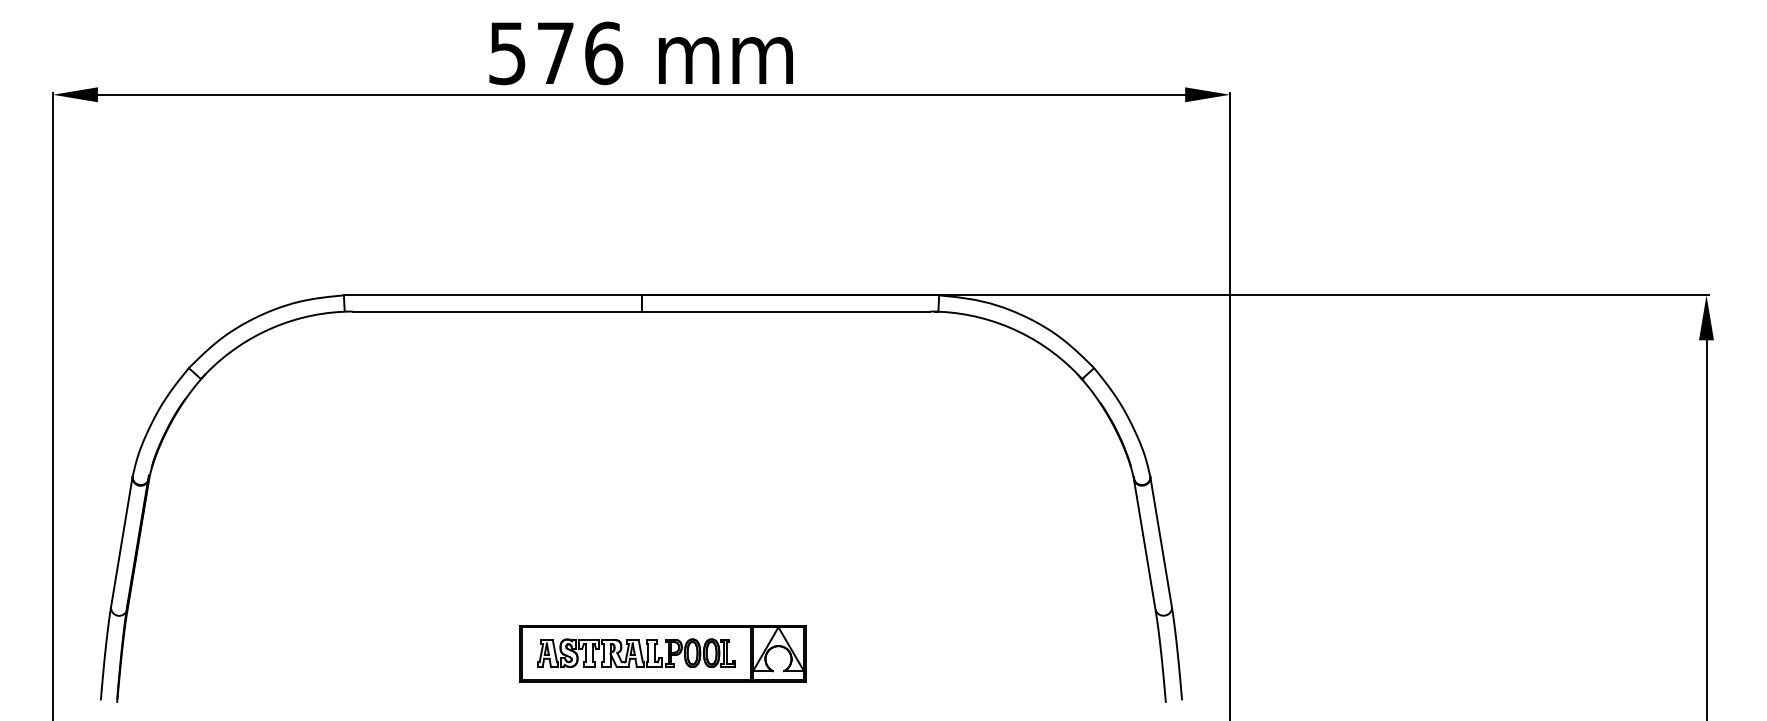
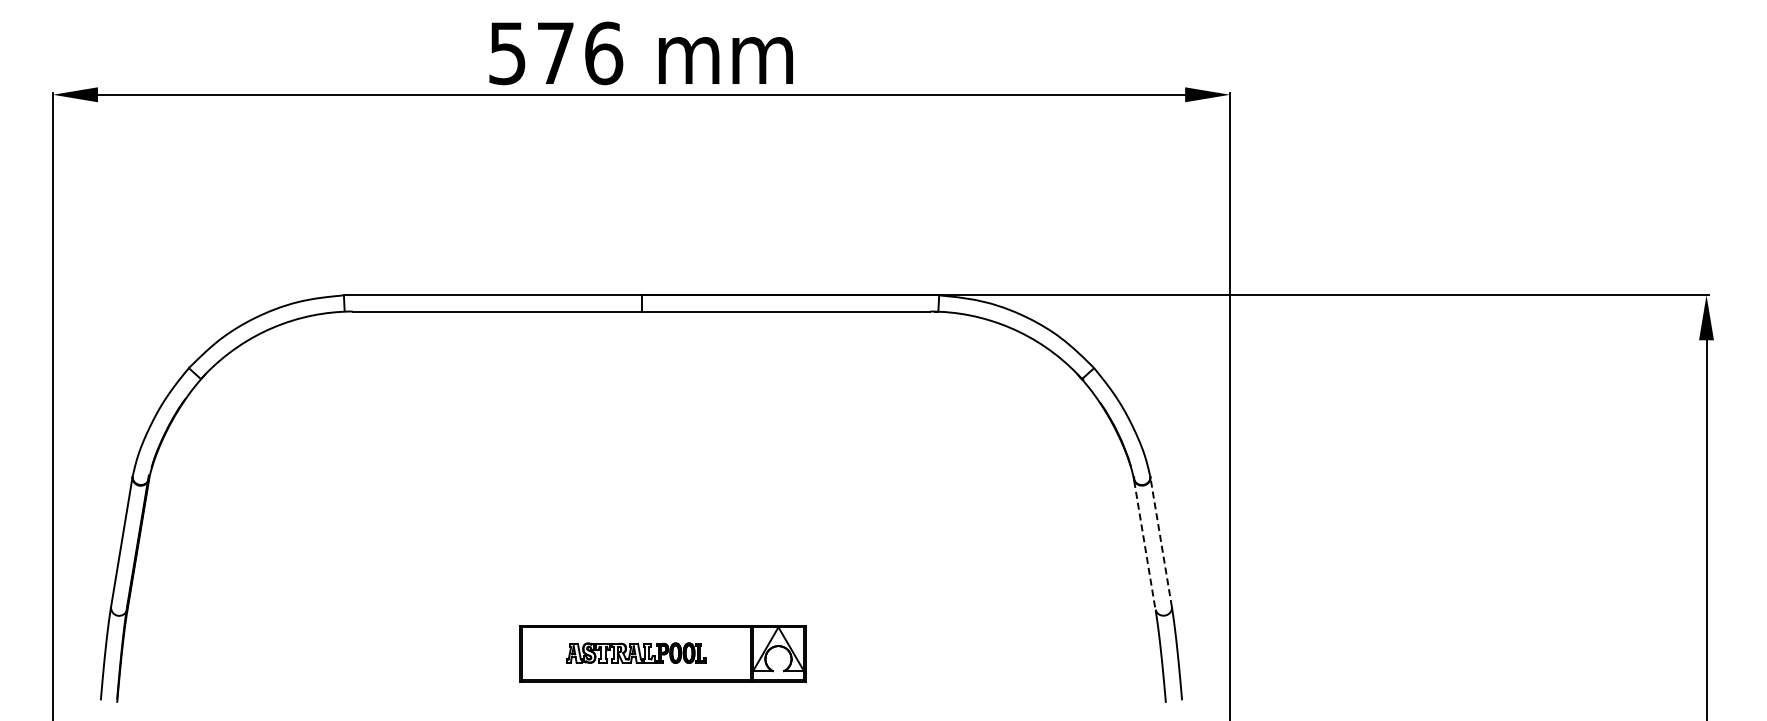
line at (1161, 542): solid -> dashed
line at (1144, 546): solid -> dashed
part at (636, 652) size: 199x30 px -> 141x22 px
